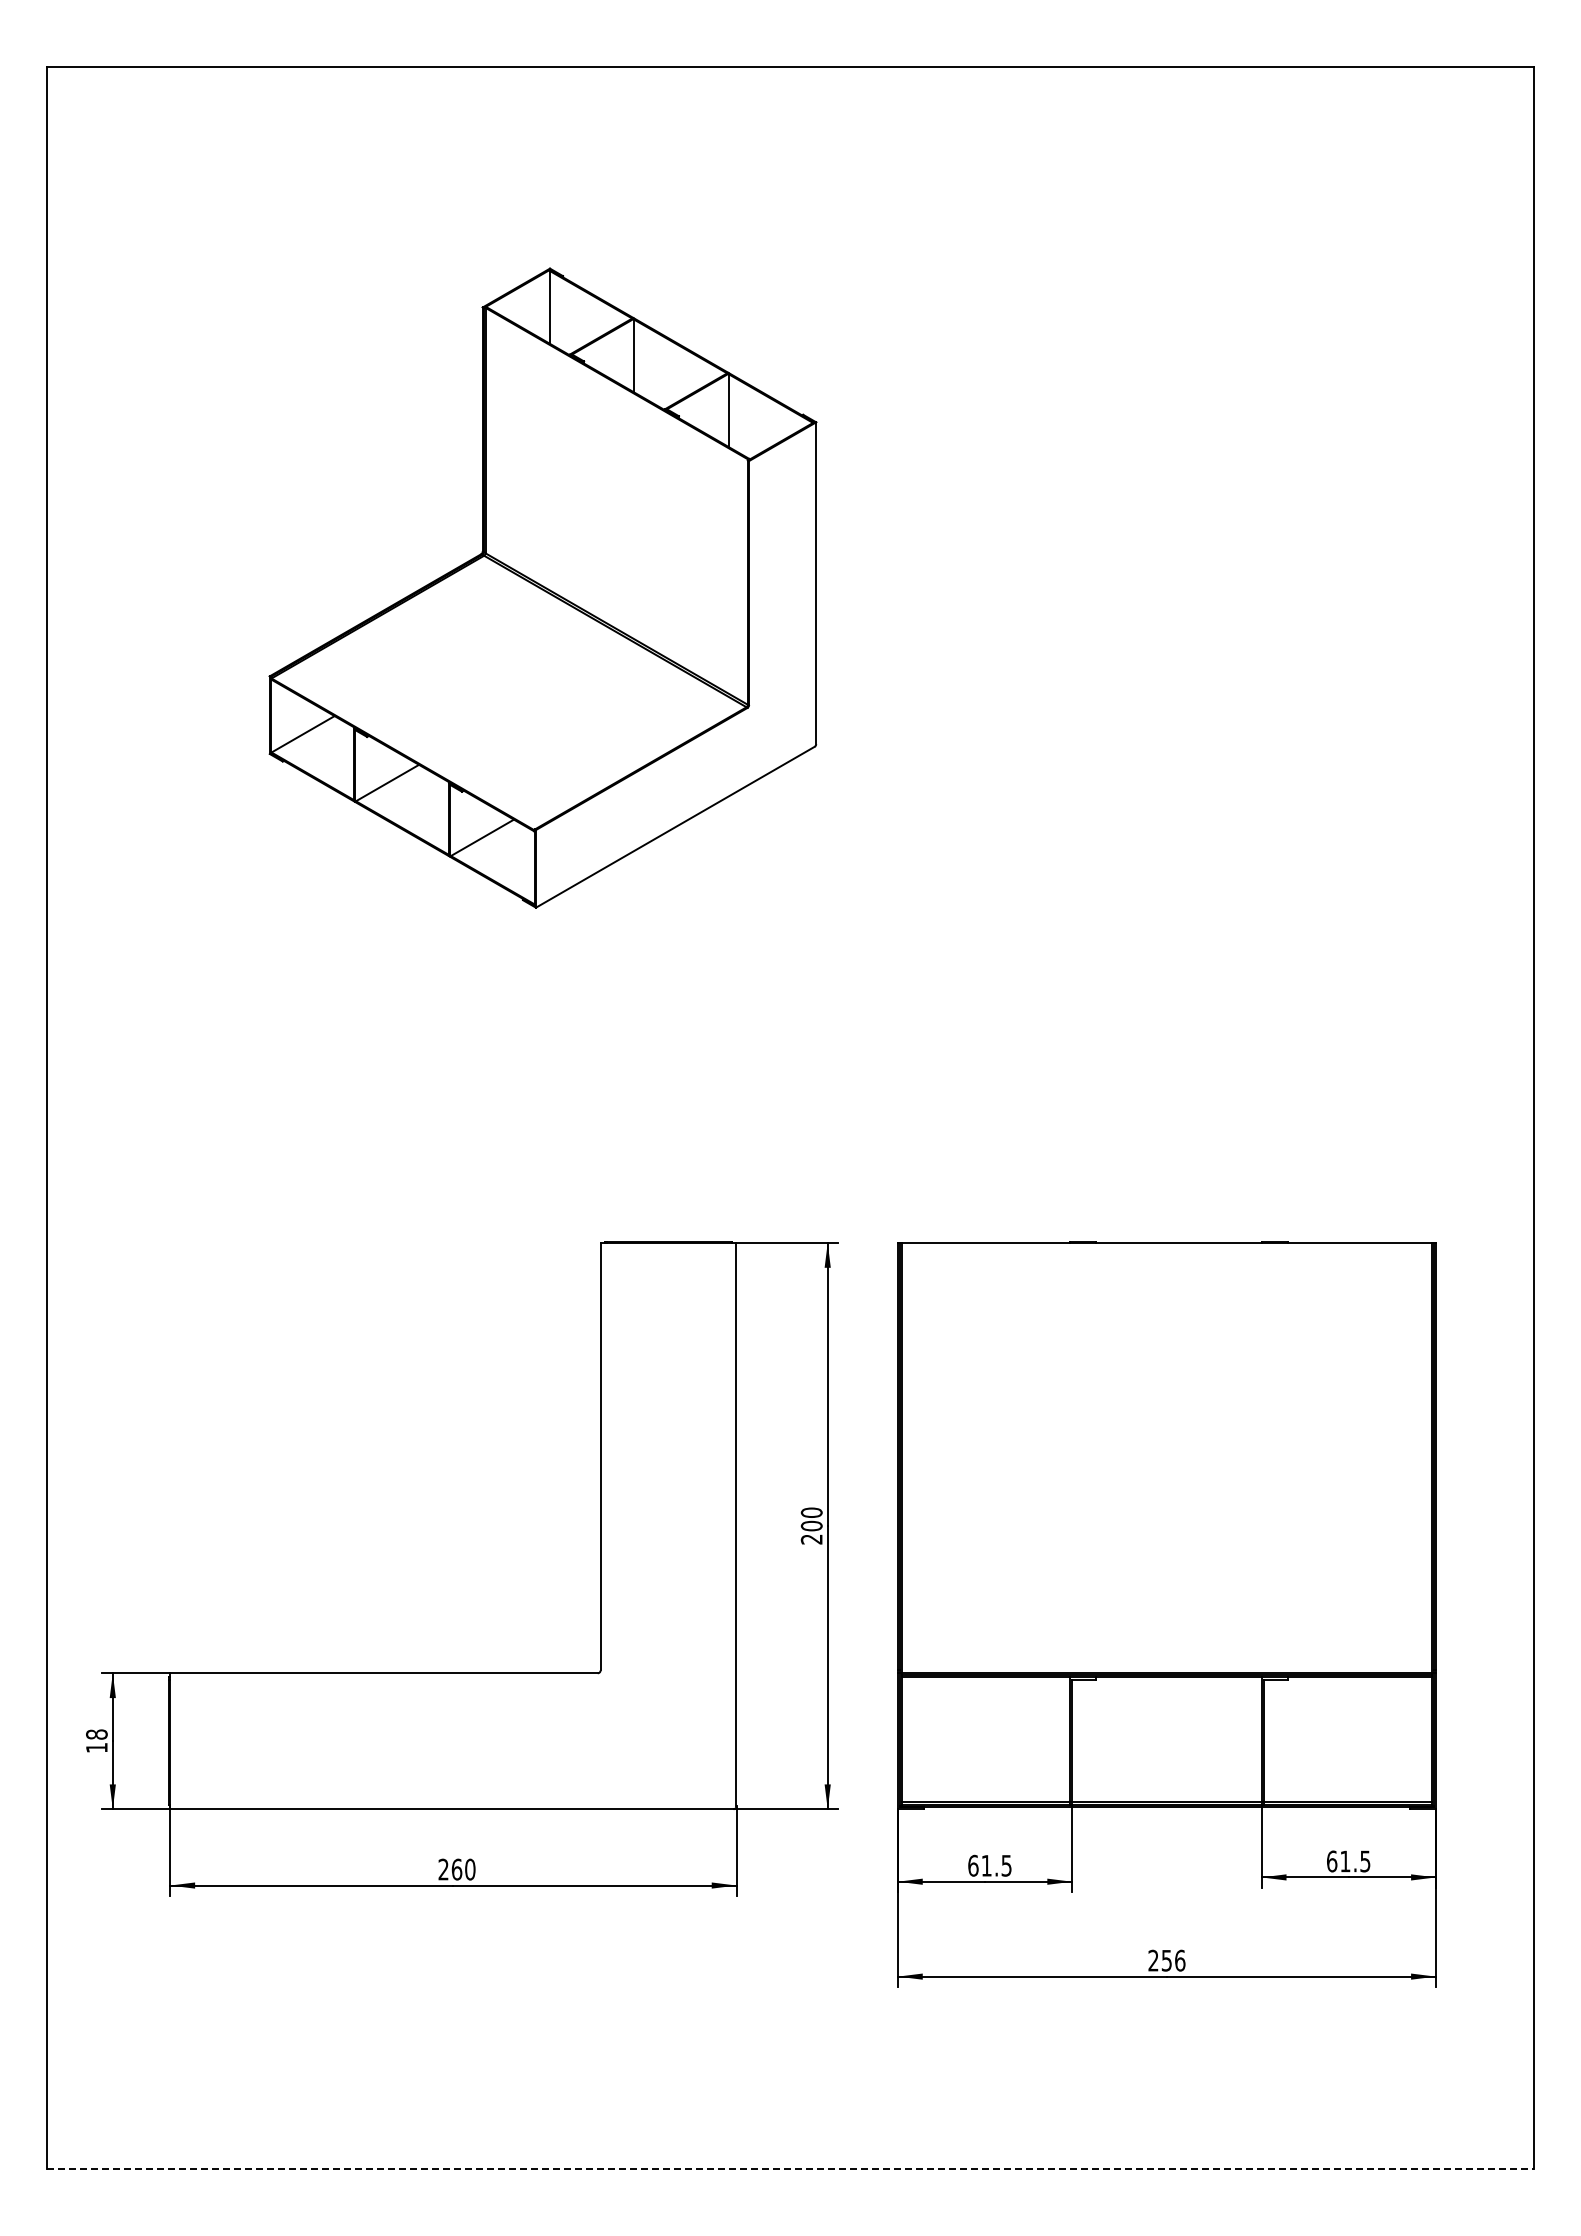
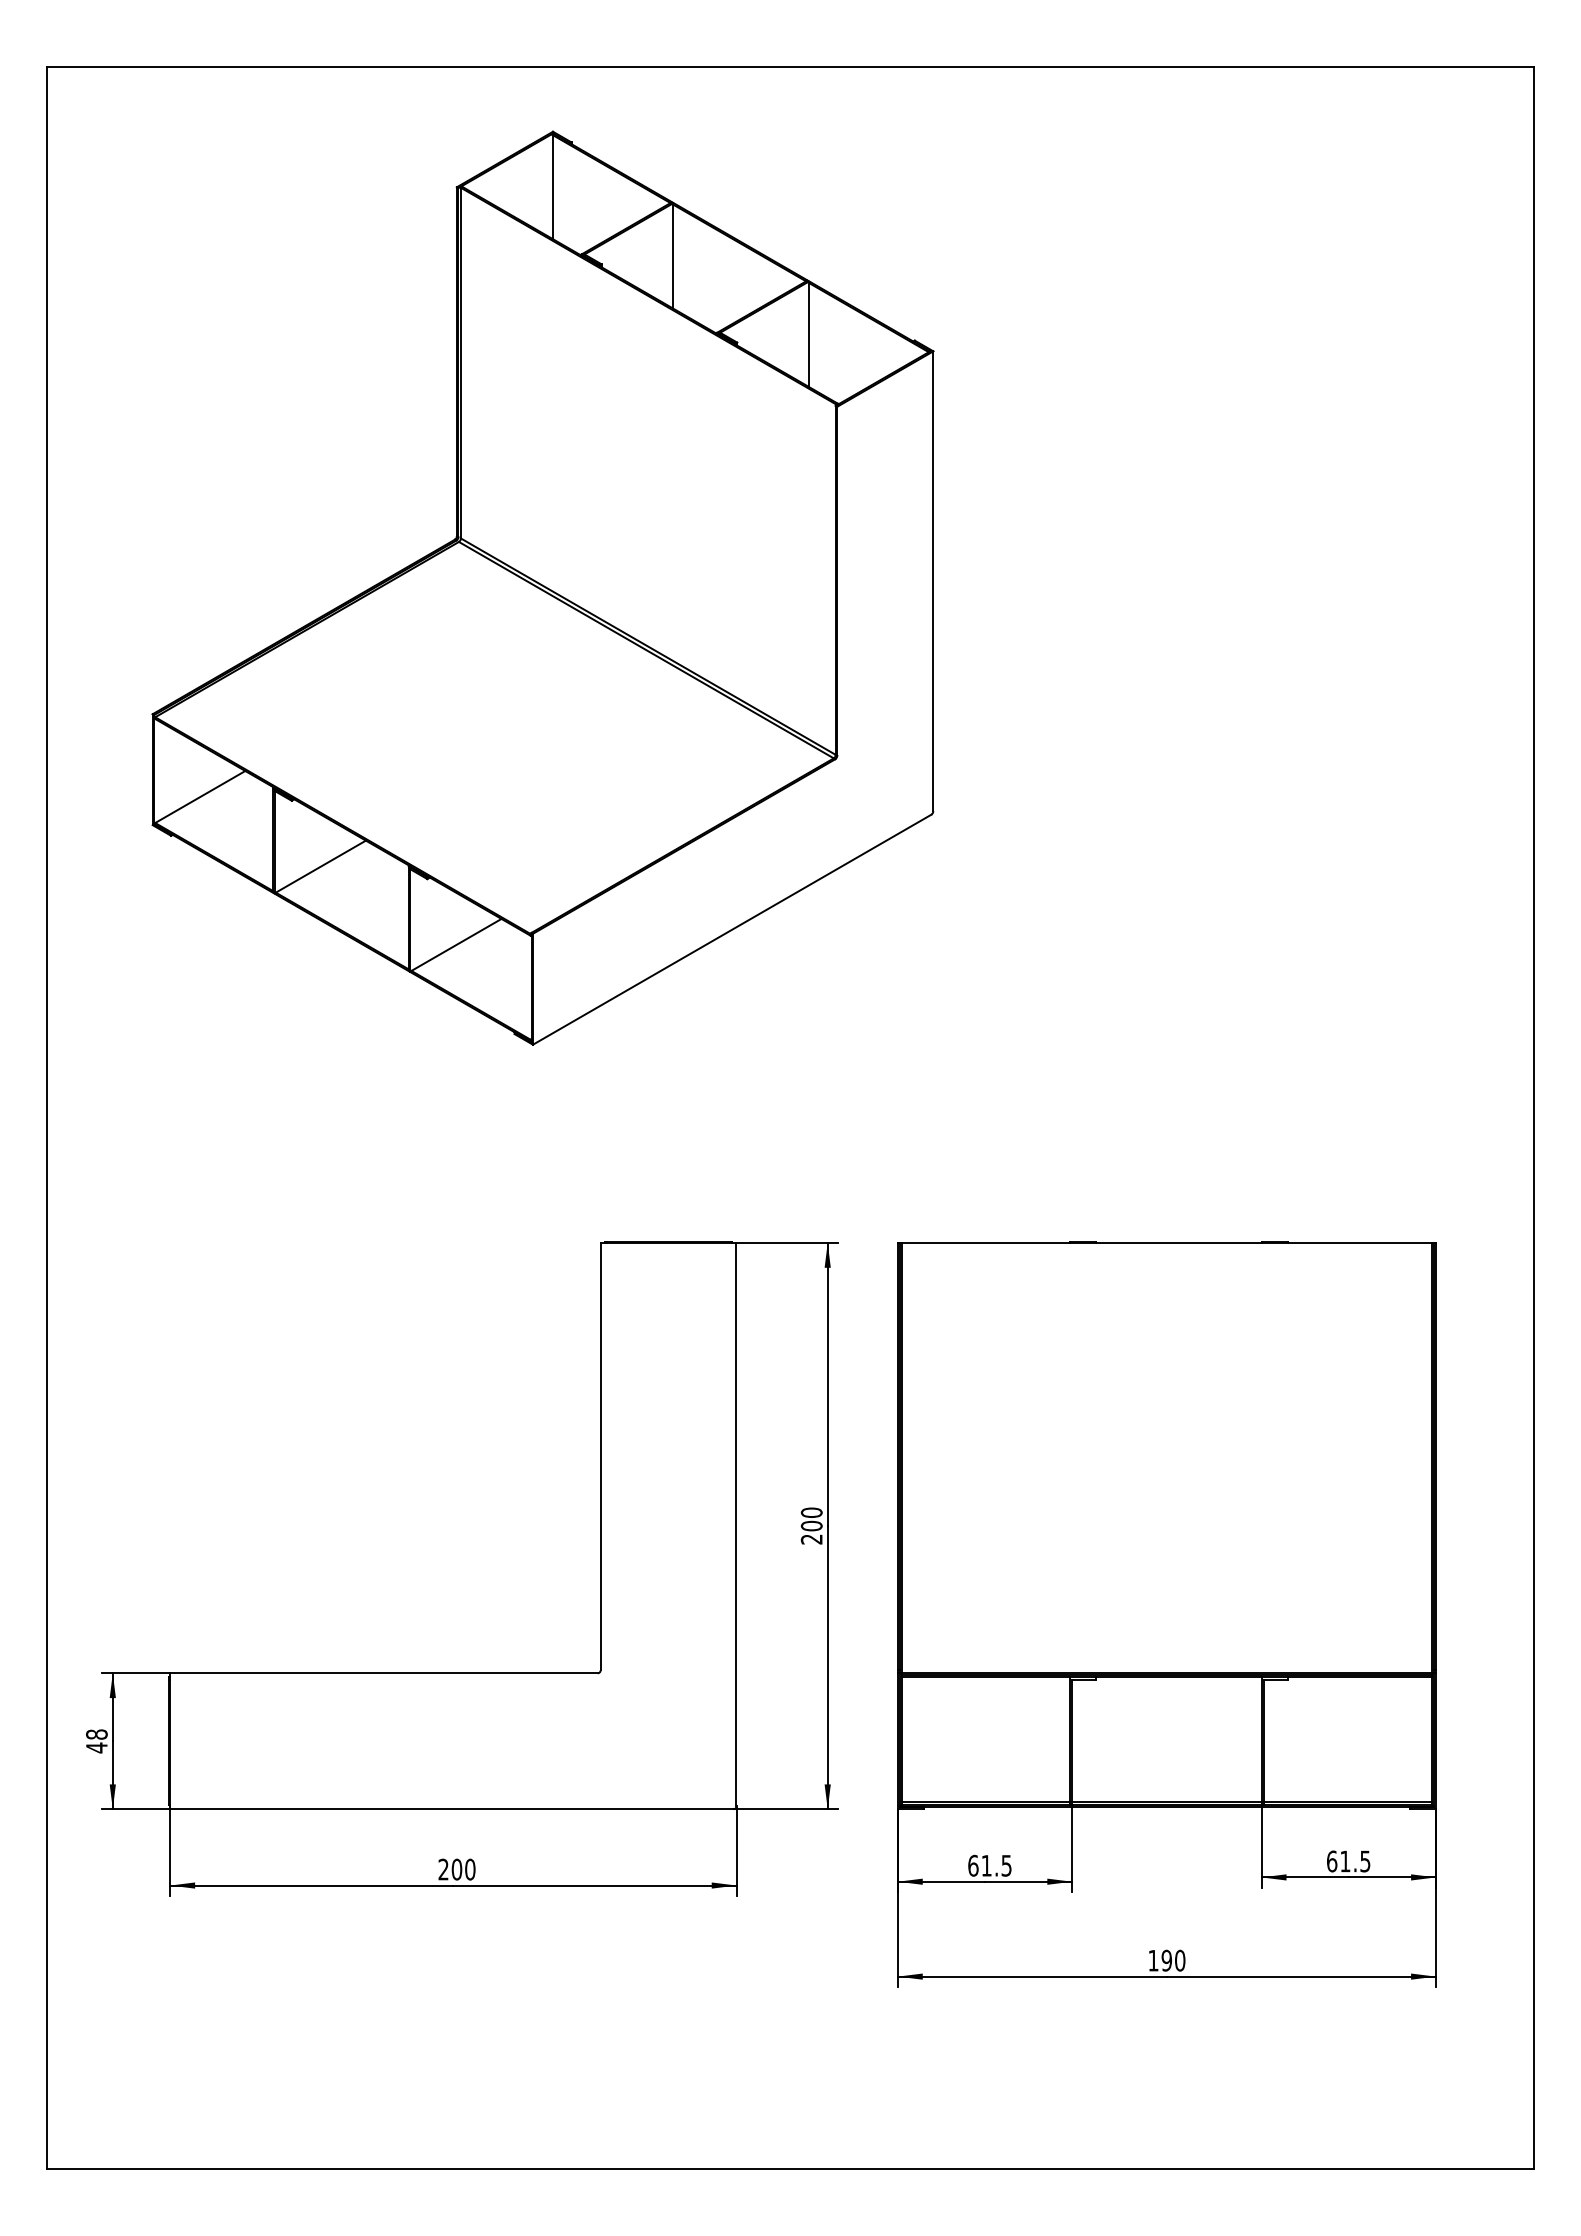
part at (542, 587) size: 550x642 px -> 784x916 px
text at (96, 1747): 18 -> 48
text at (456, 1869): 260 -> 200
text at (1166, 1960): 256 -> 190
line at (790, 2168): dashed -> solid
